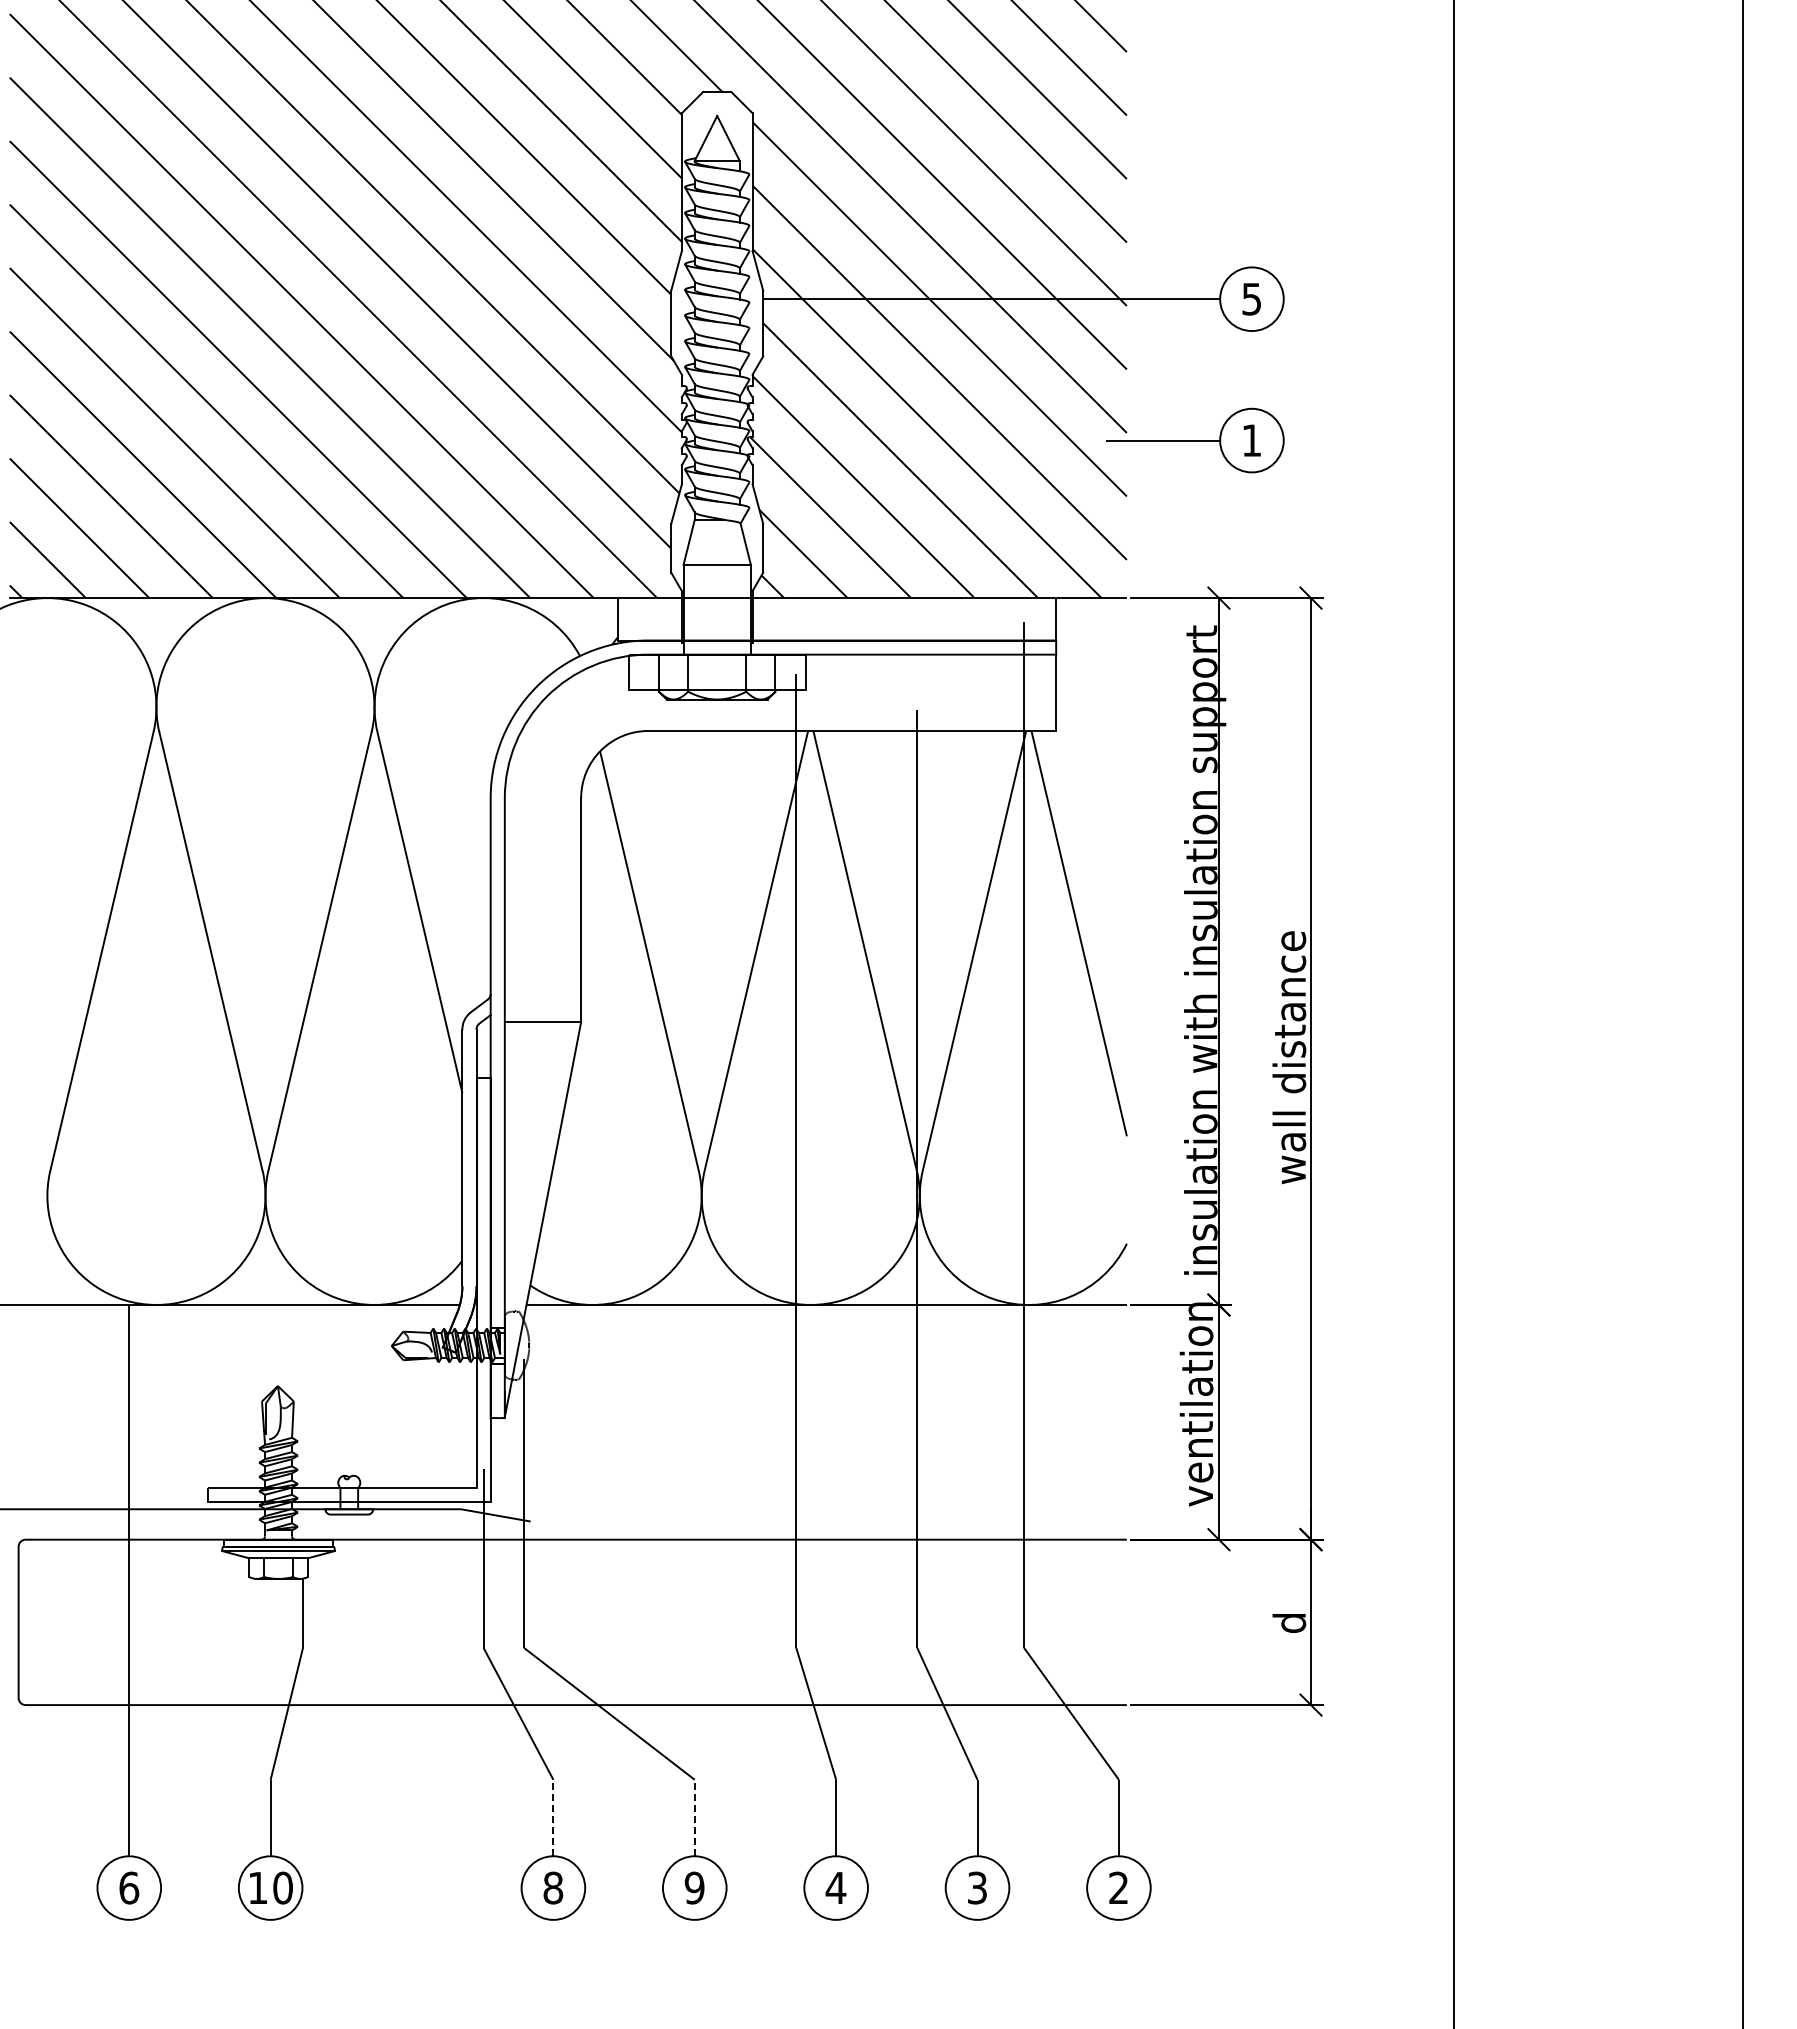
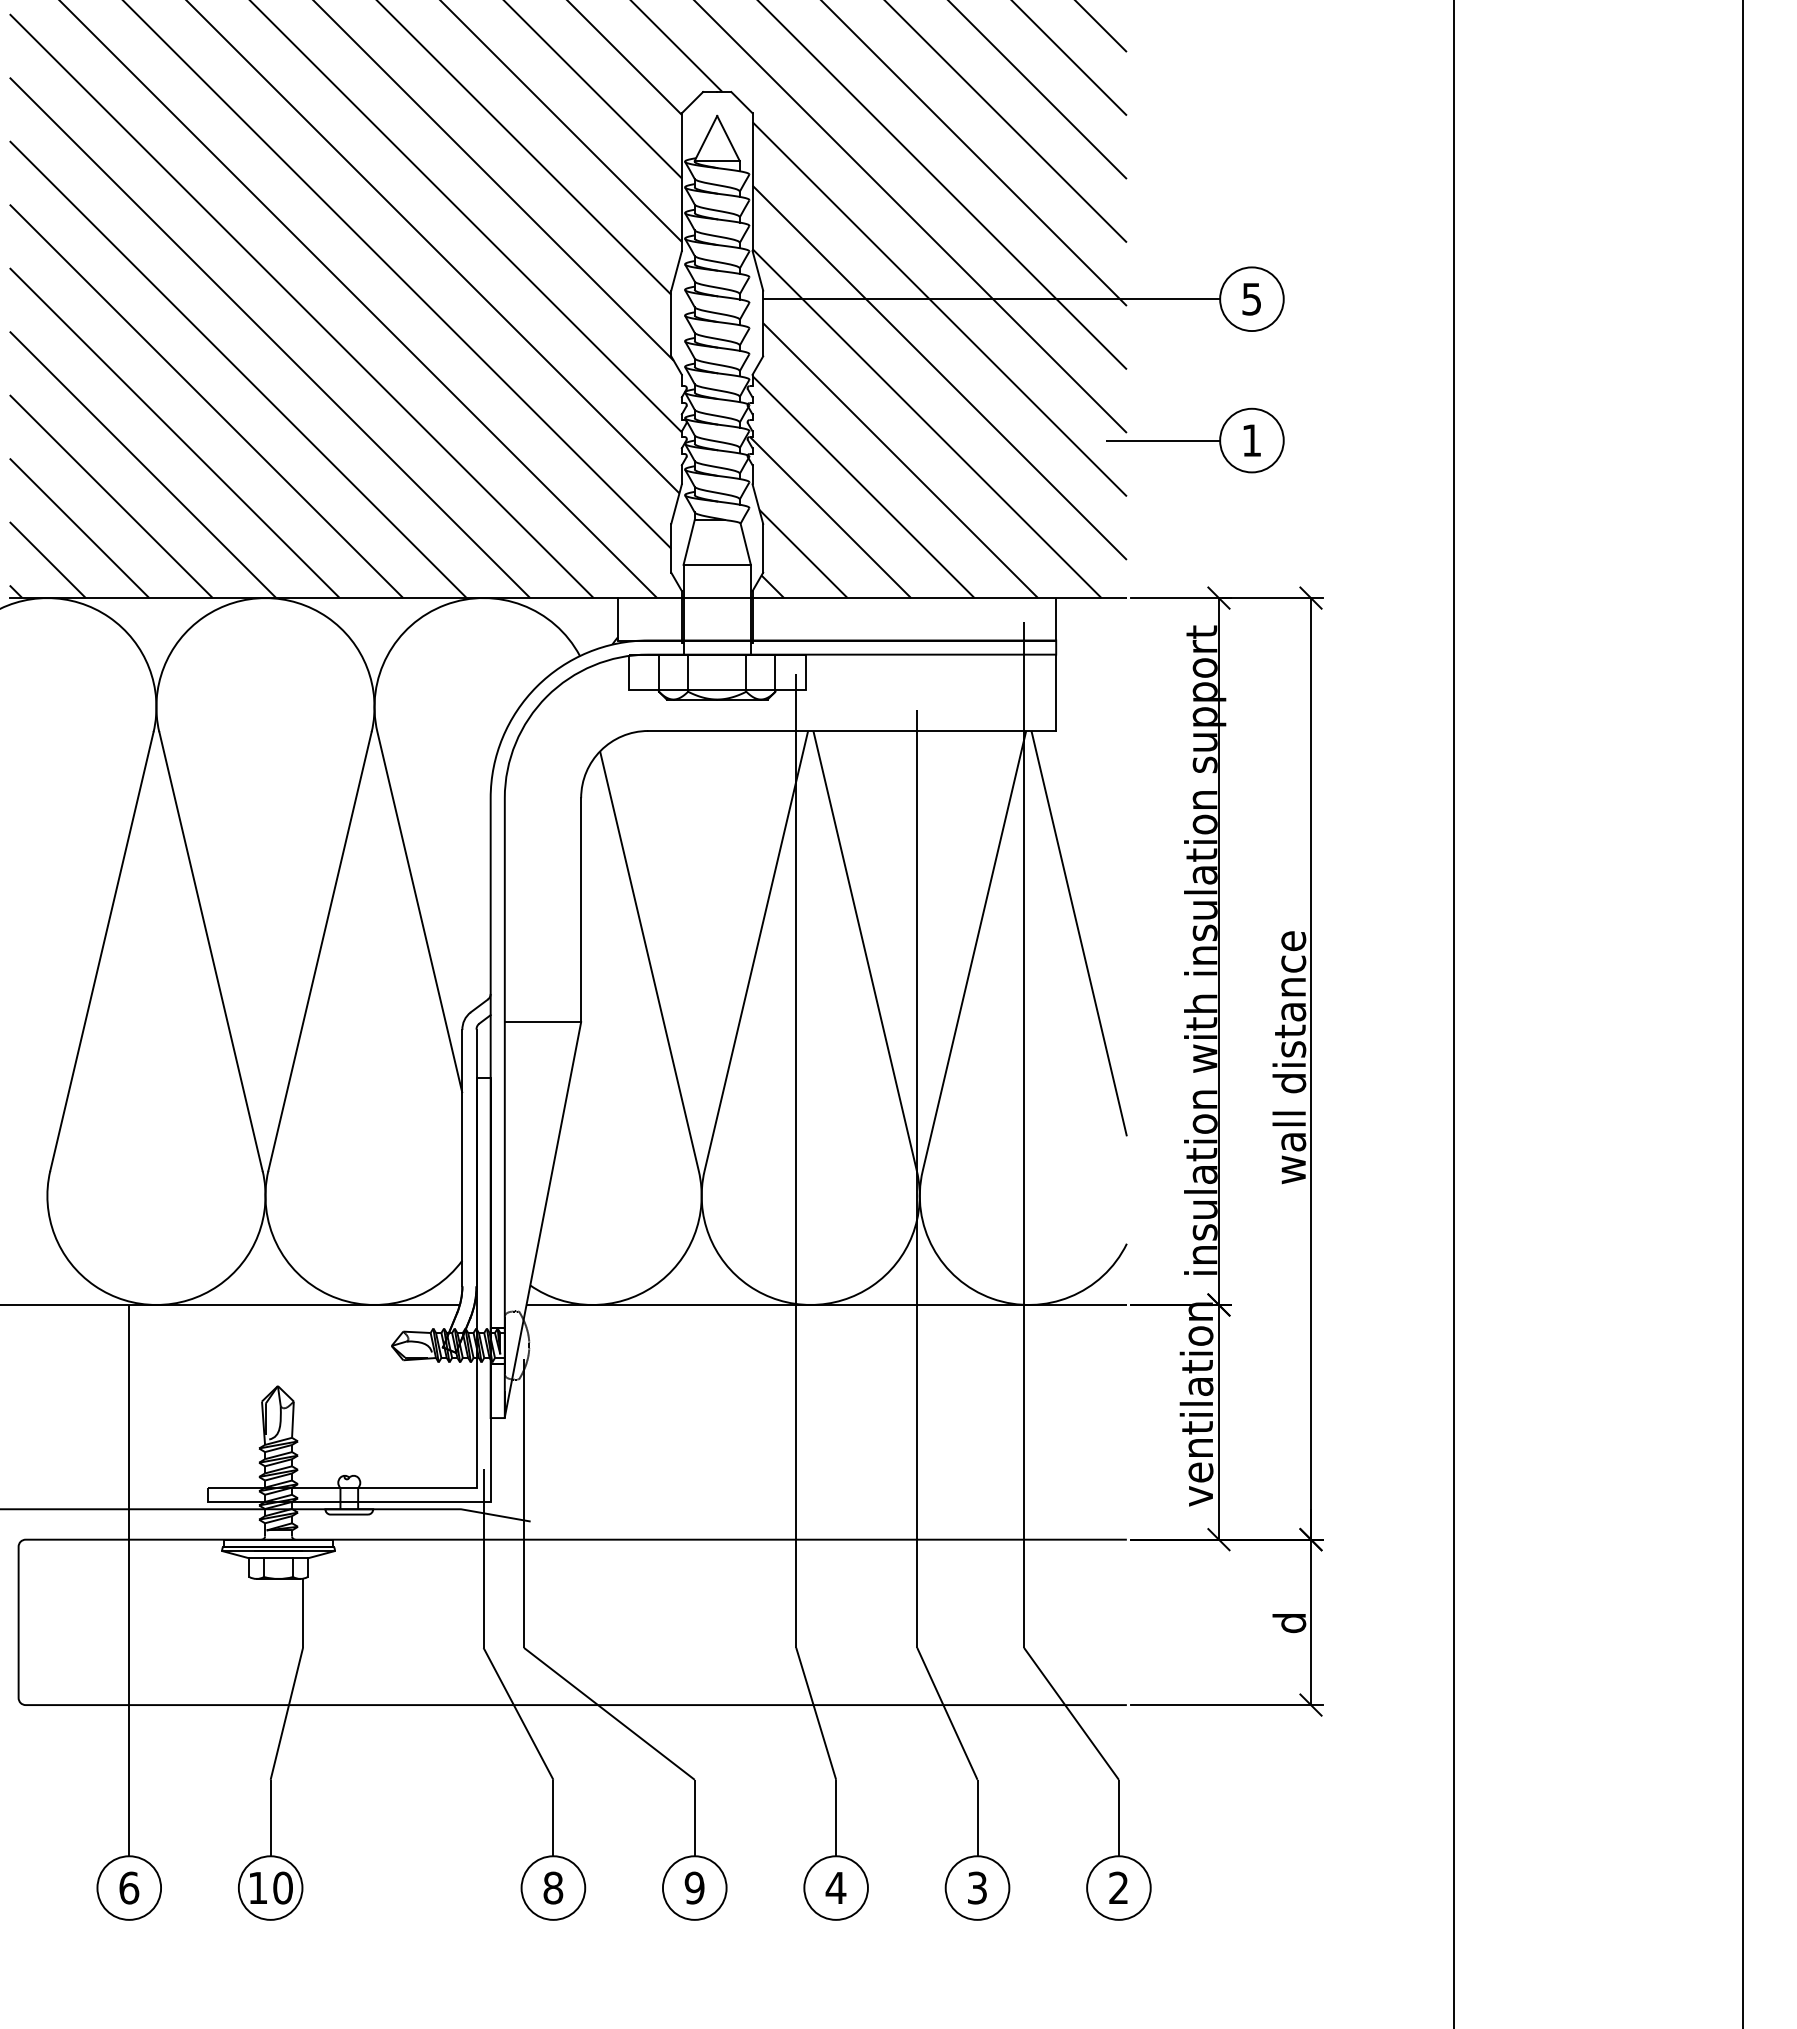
line at (553, 1817): dashed -> solid
line at (694, 1817): dashed -> solid
